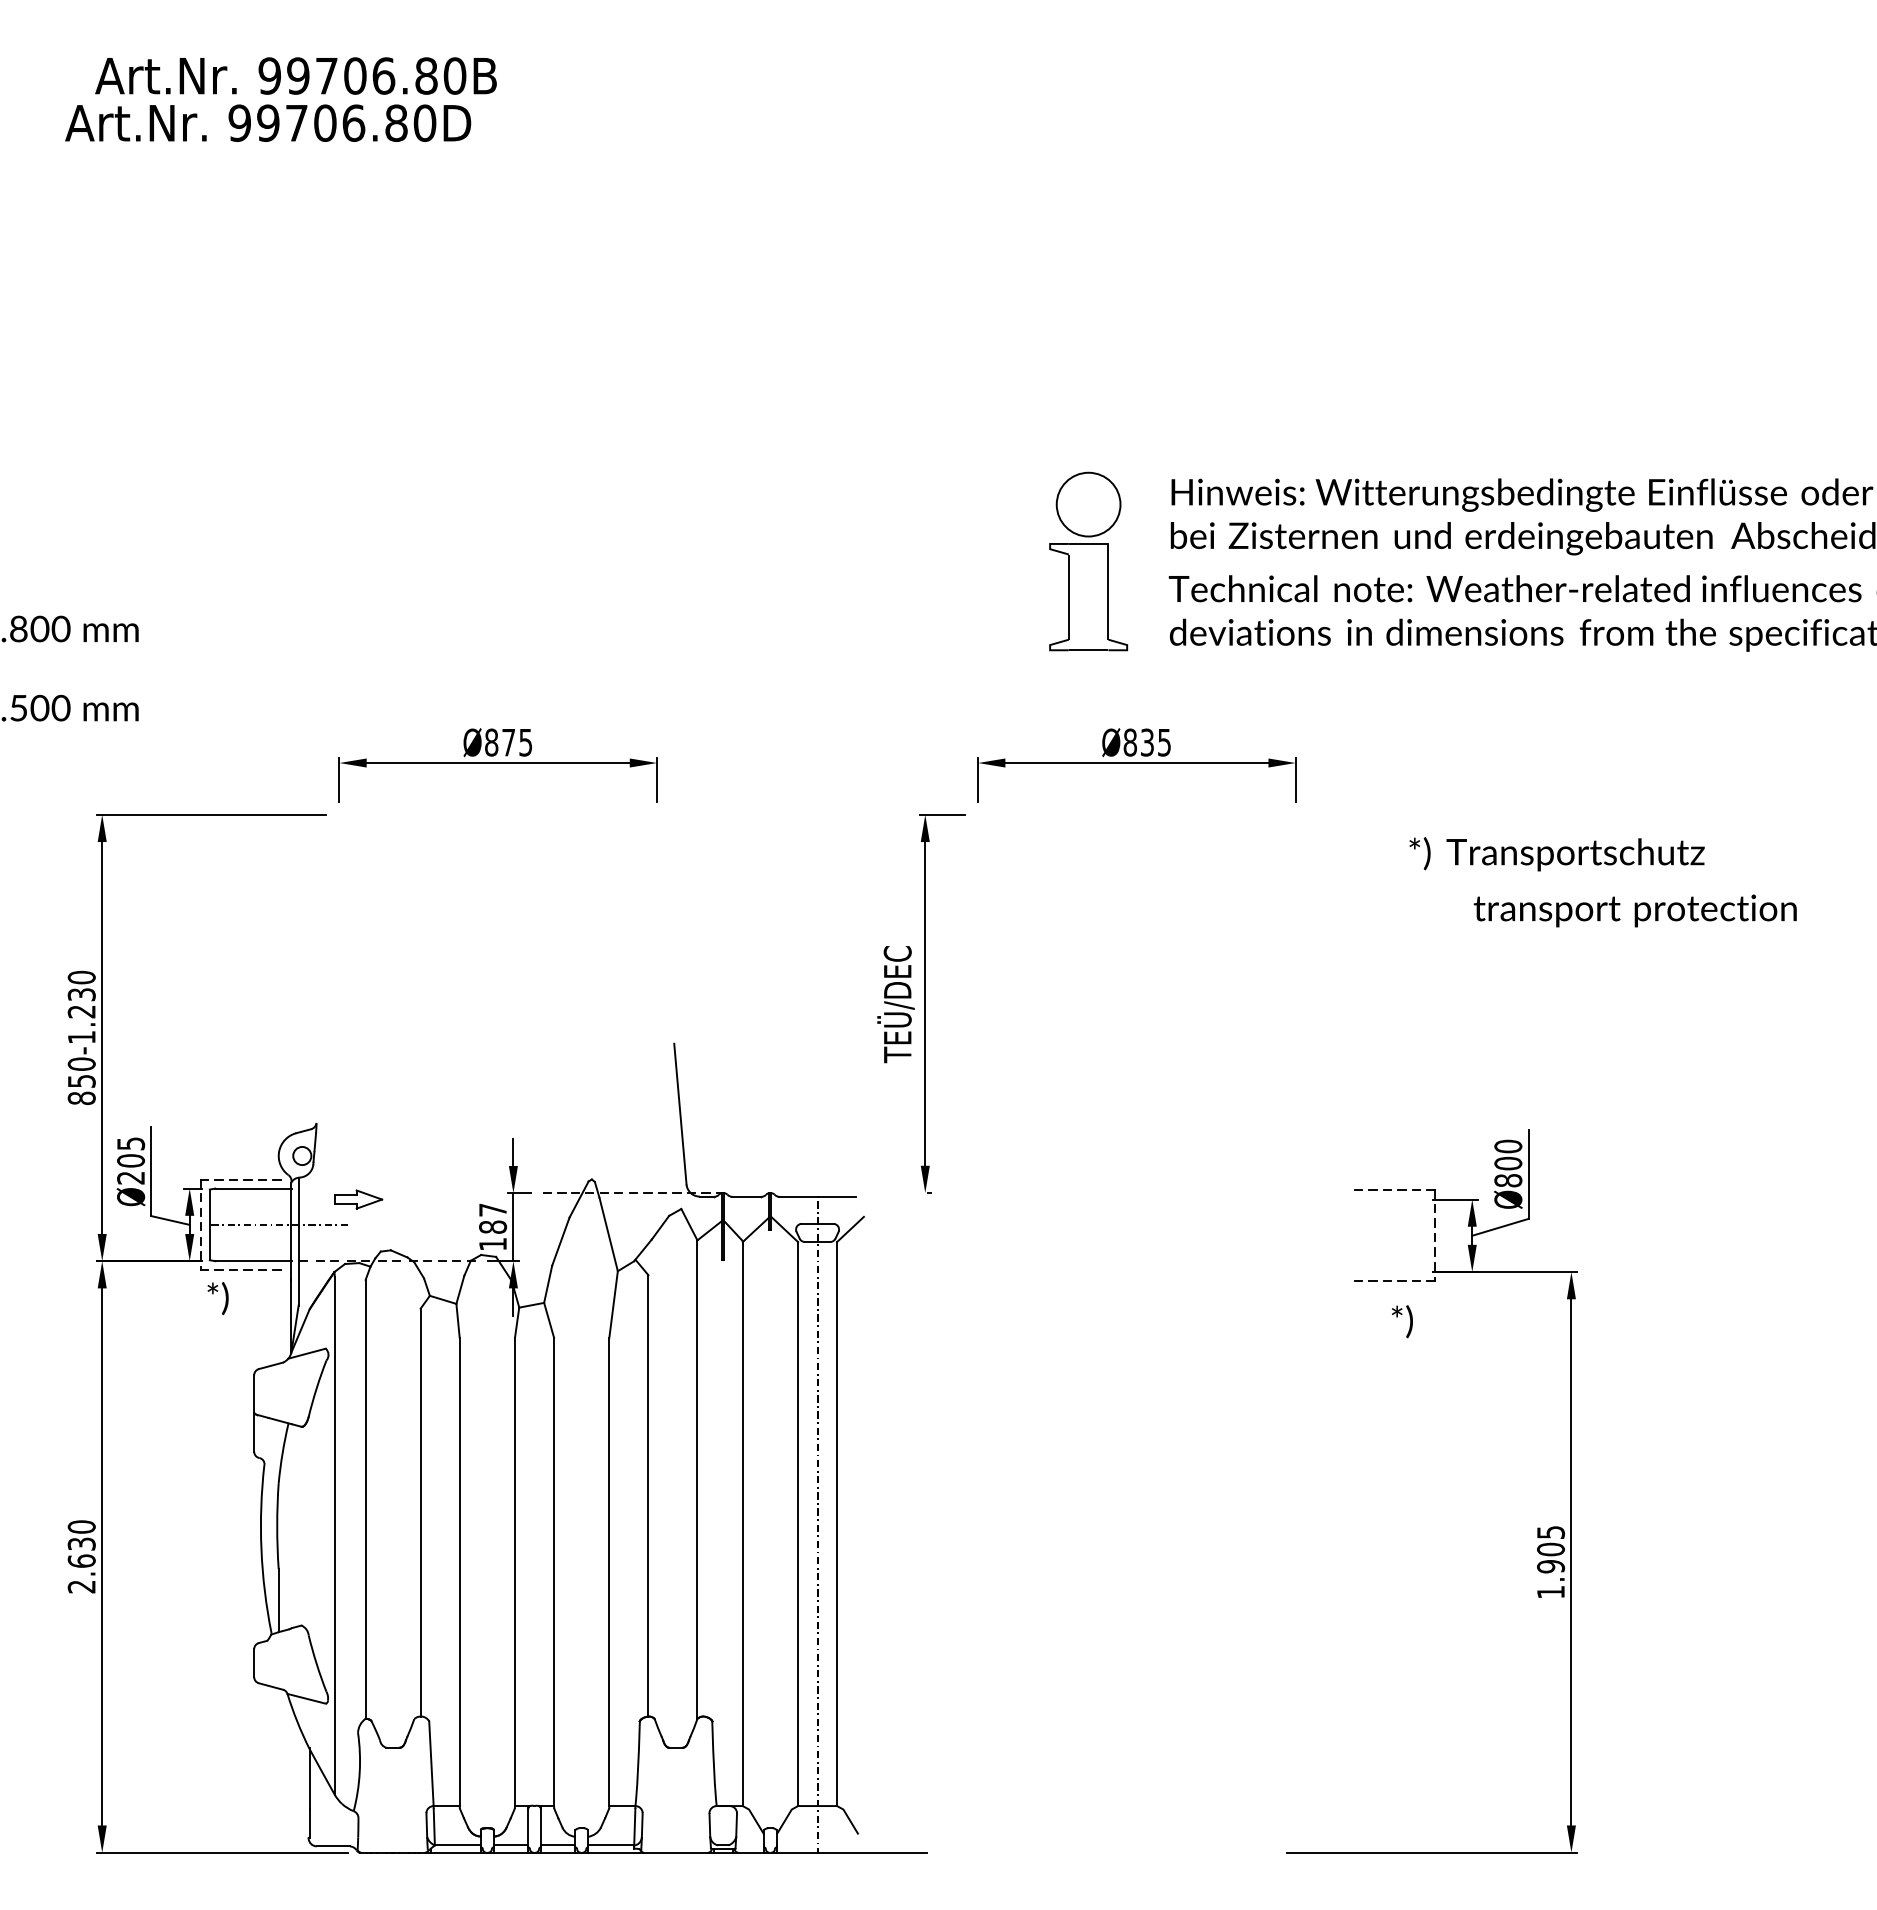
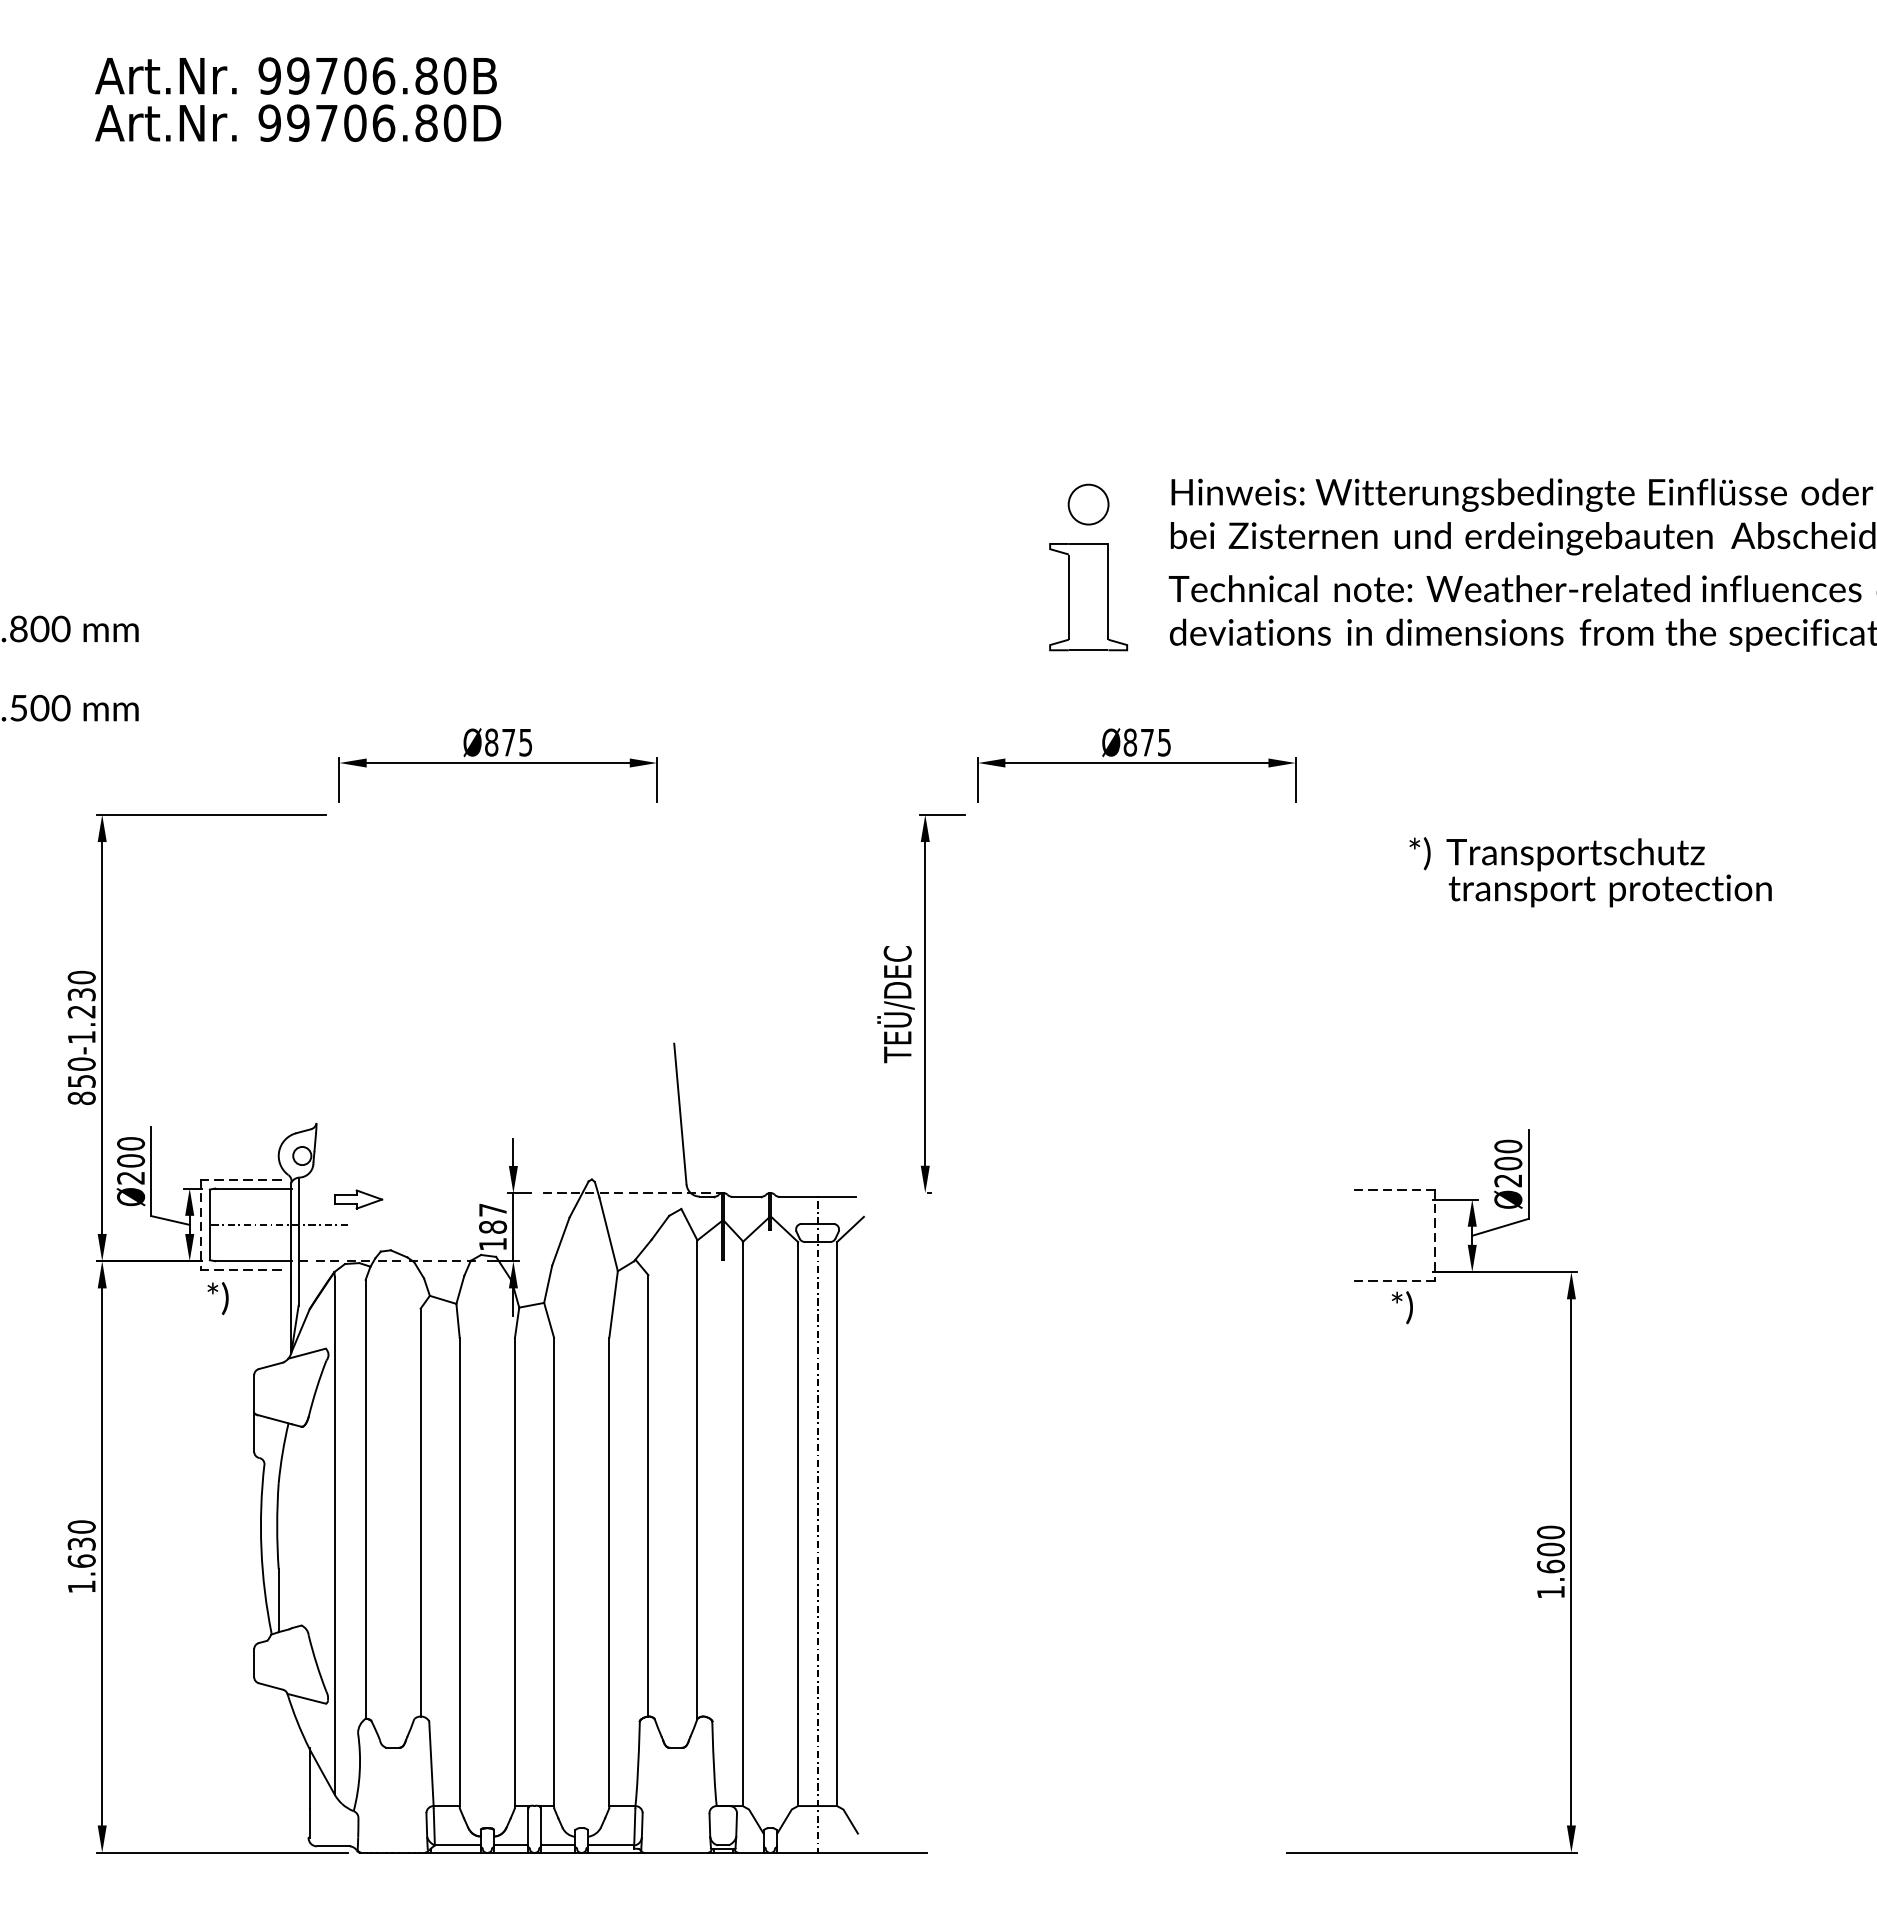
text at (268, 122) position: (268, 122) -> (298, 122)
circle at (1088, 504) diameter: 64 px -> 40 px
text at (1147, 742): Ø835 -> Ø875
text at (1634, 910) position: (1634, 910) -> (1609, 890)
text at (131, 1143): Ø205 -> Ø200
text at (1508, 1180): Ø800 -> Ø200
text at (1402, 1321) position: (1402, 1321) -> (1402, 1307)
text at (1551, 1549): 1.905 -> 1.600
text at (81, 1586): 2.630 -> 1.630
